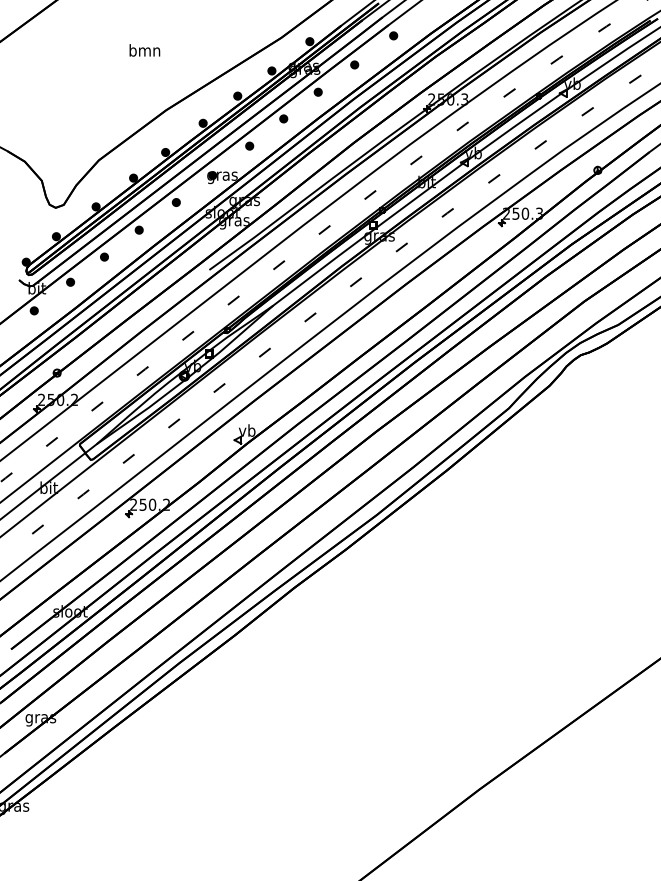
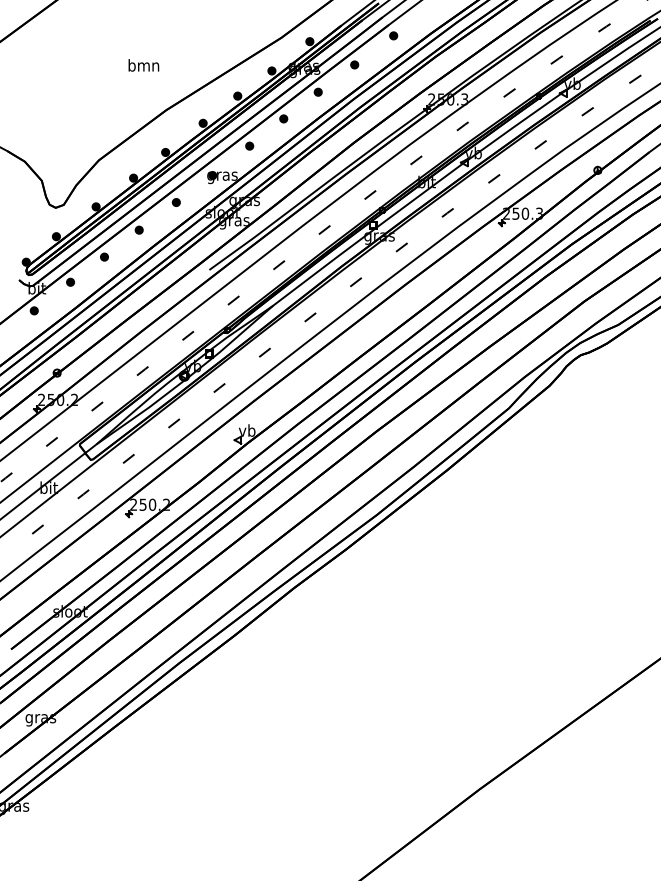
text at (144, 50) position: (144, 50) -> (143, 65)
